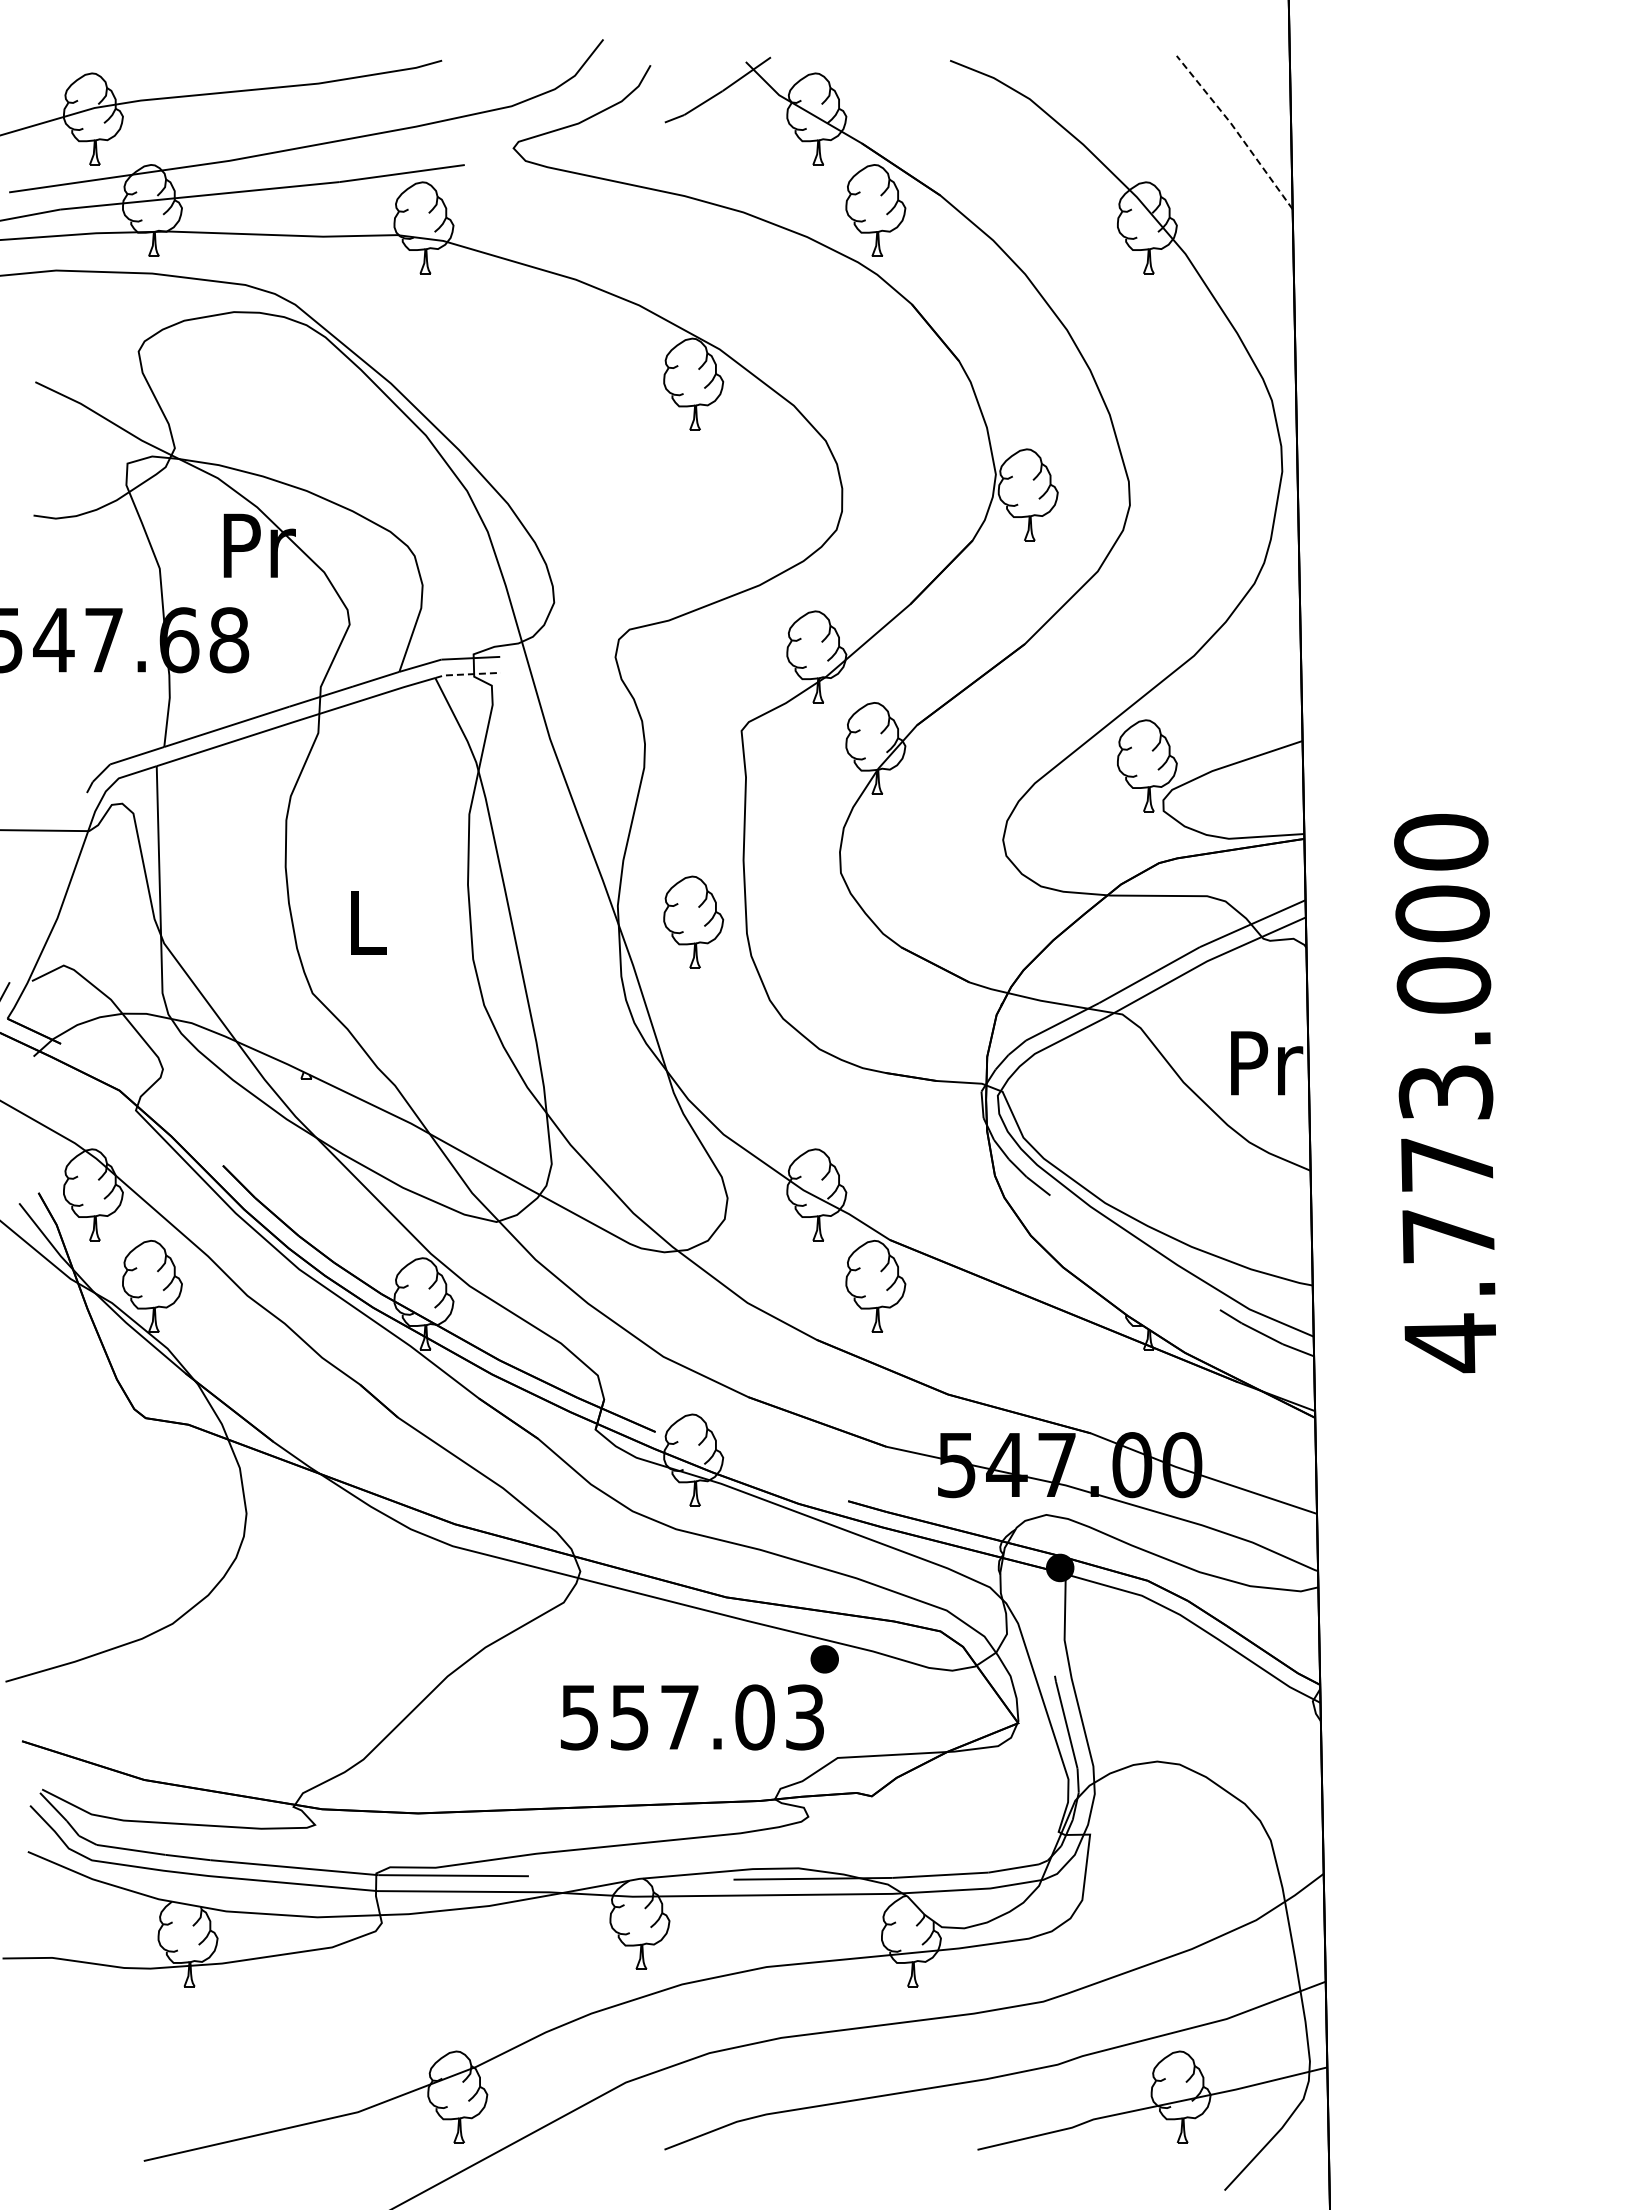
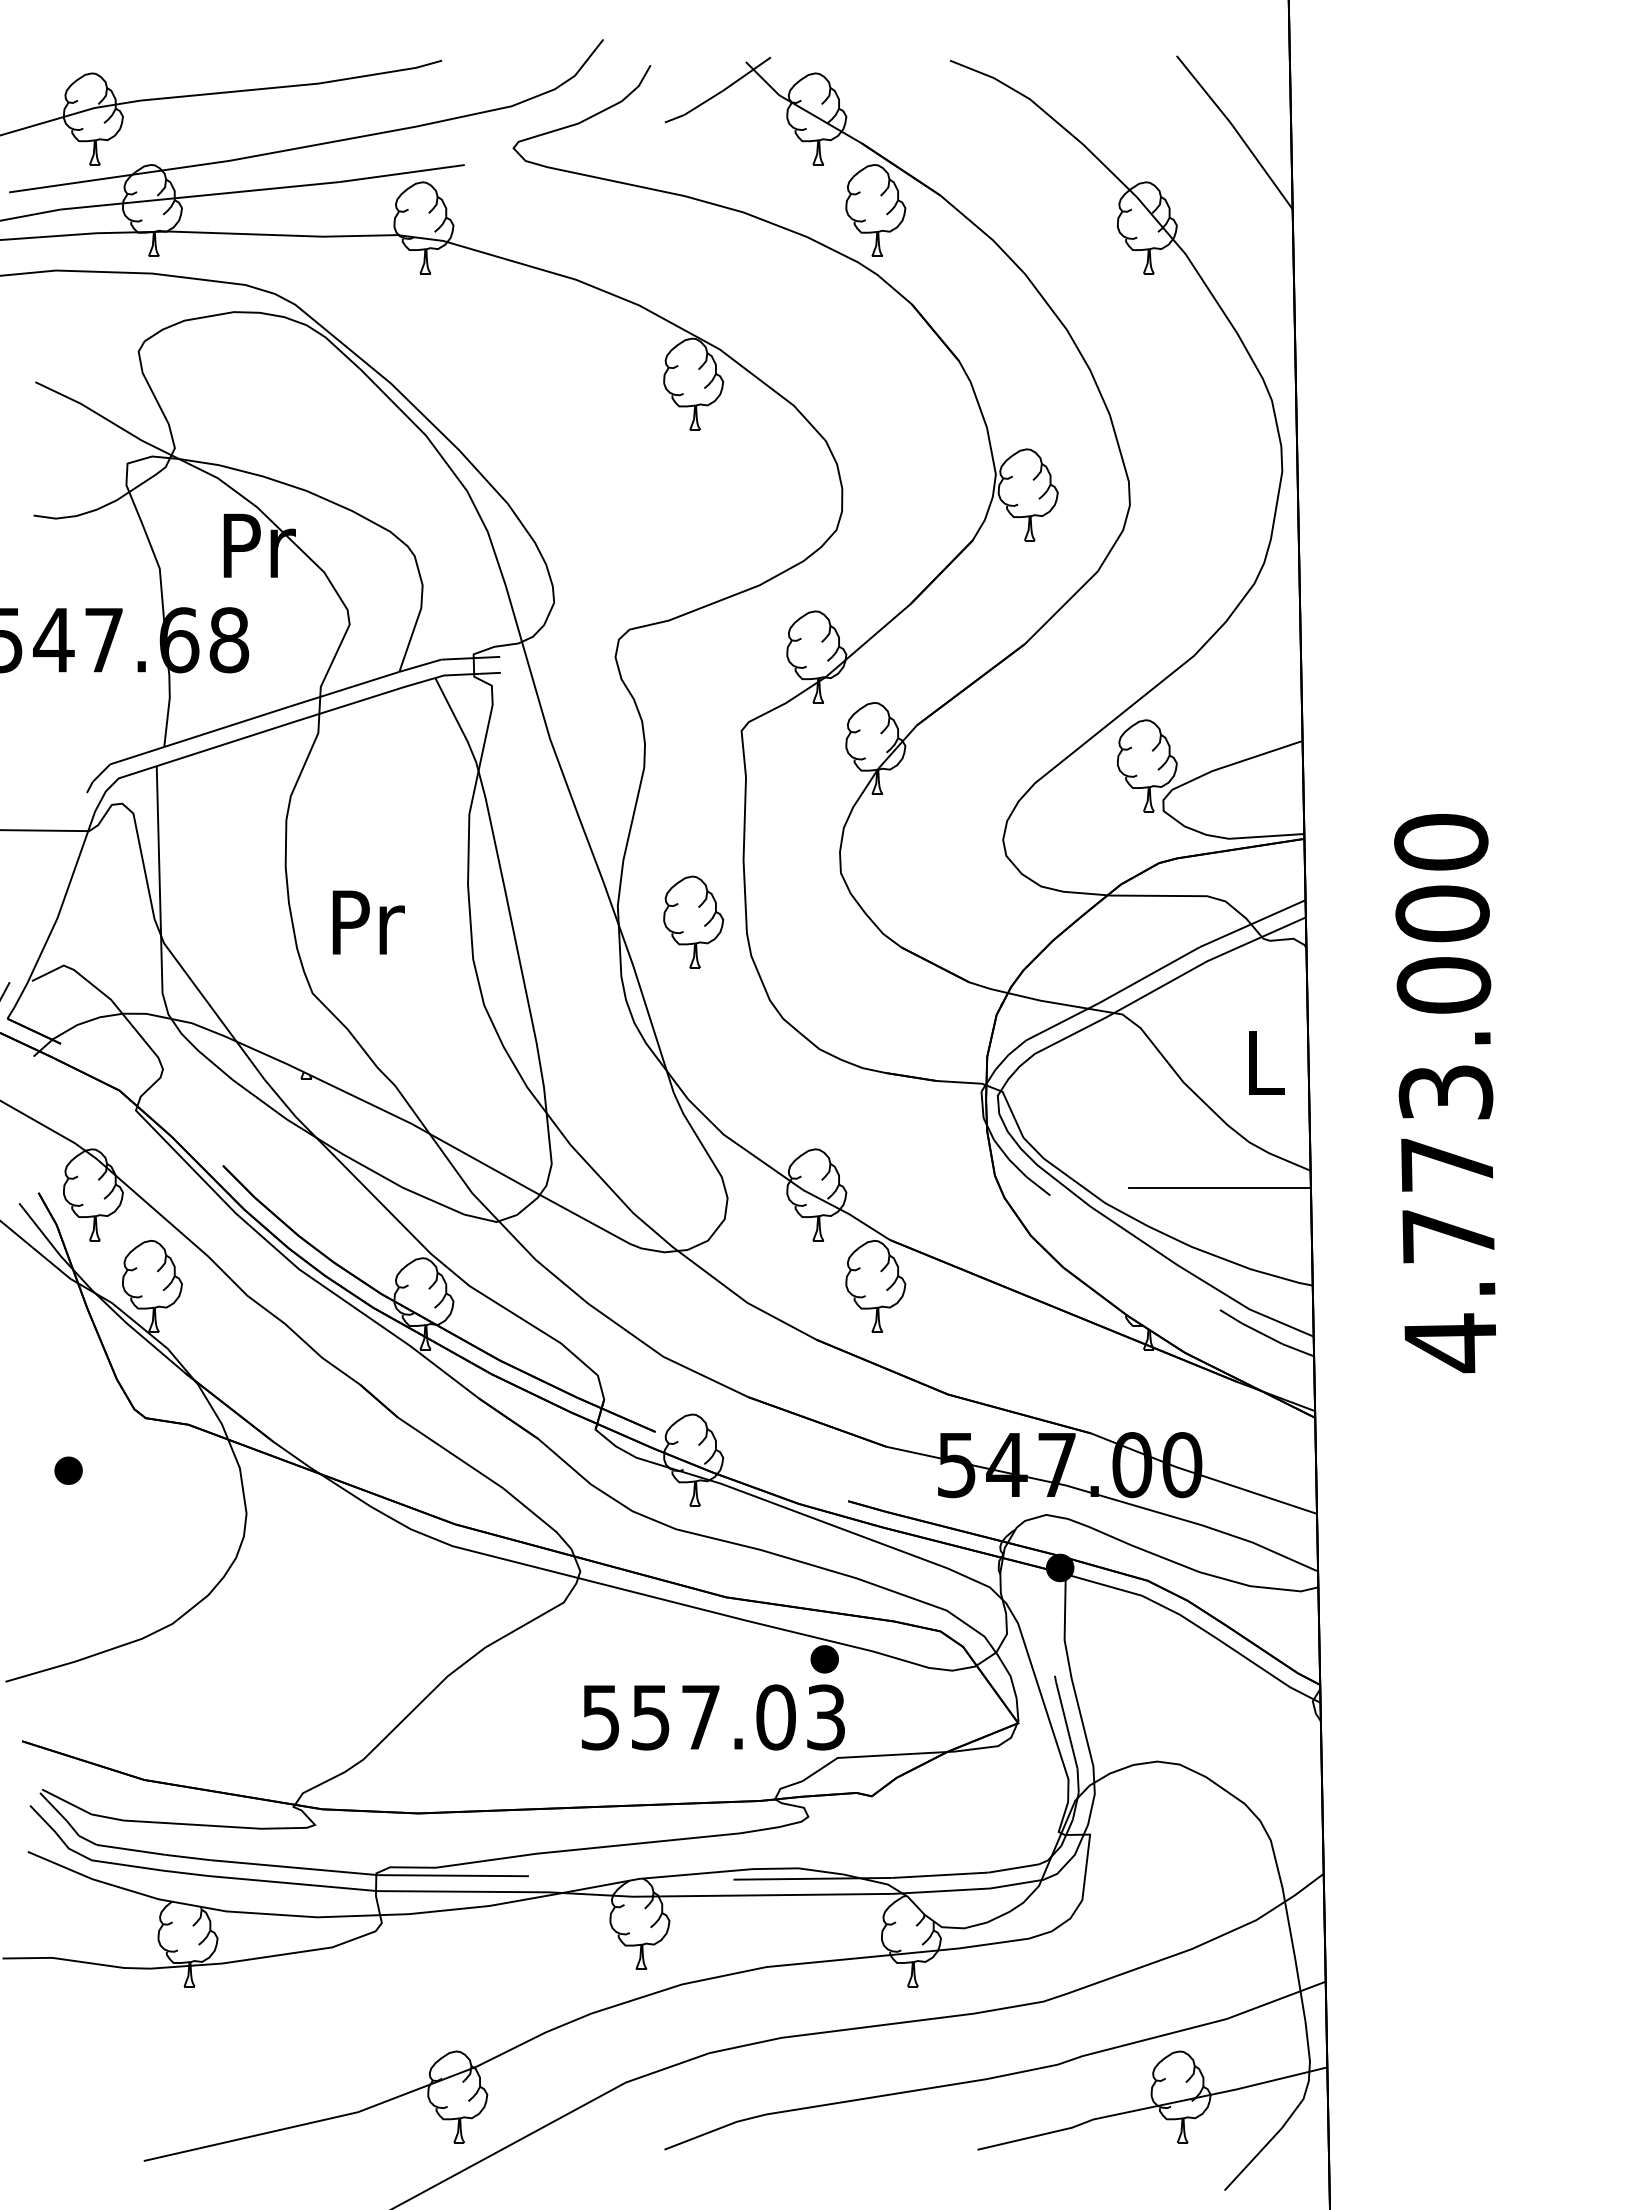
line at (1236, 131): dashed -> solid
line at (467, 674): dashed -> solid
text at (368, 922): L -> Pr
text at (1267, 1063): Pr -> L
line at (1219, 1187): none -> present
part at (68, 1470): none -> present
text at (692, 1717) position: (692, 1717) -> (713, 1717)
